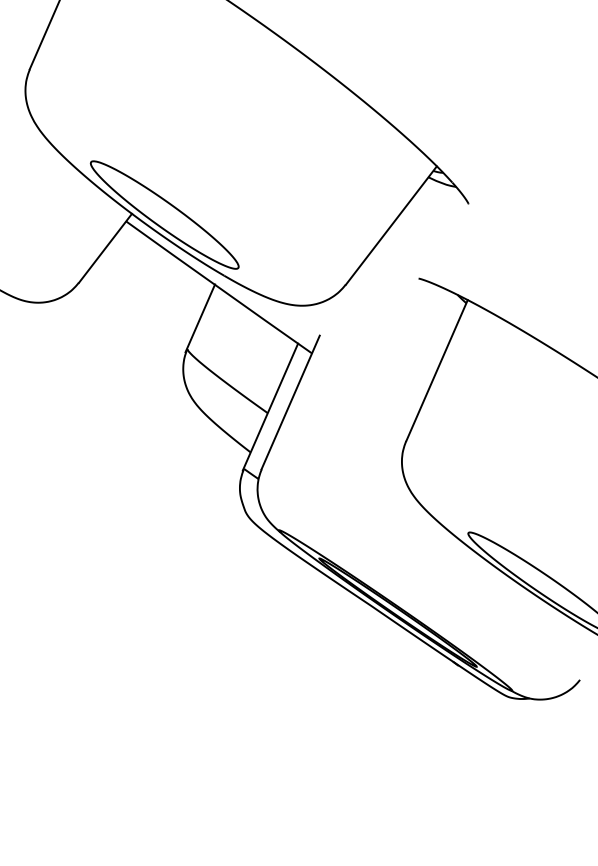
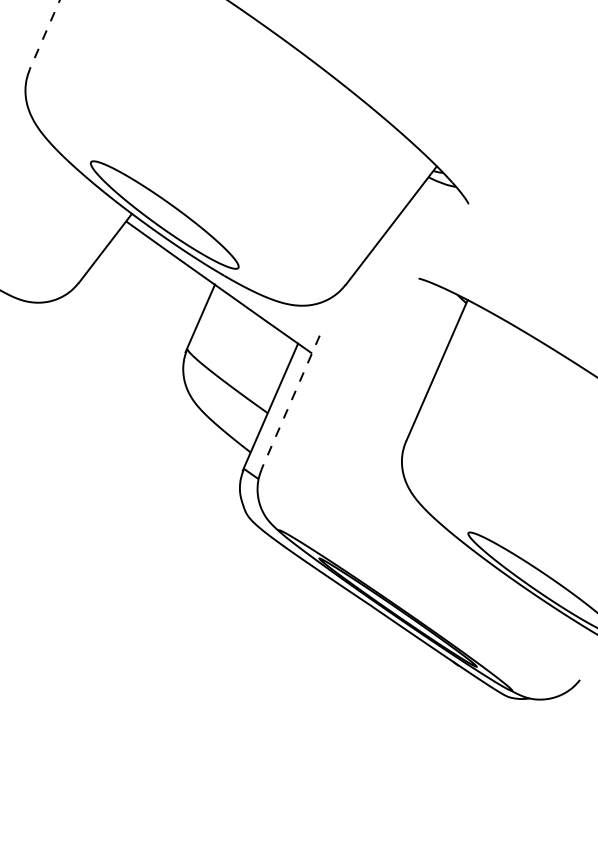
line at (44, 35): solid -> dashed
line at (290, 402): solid -> dashed
